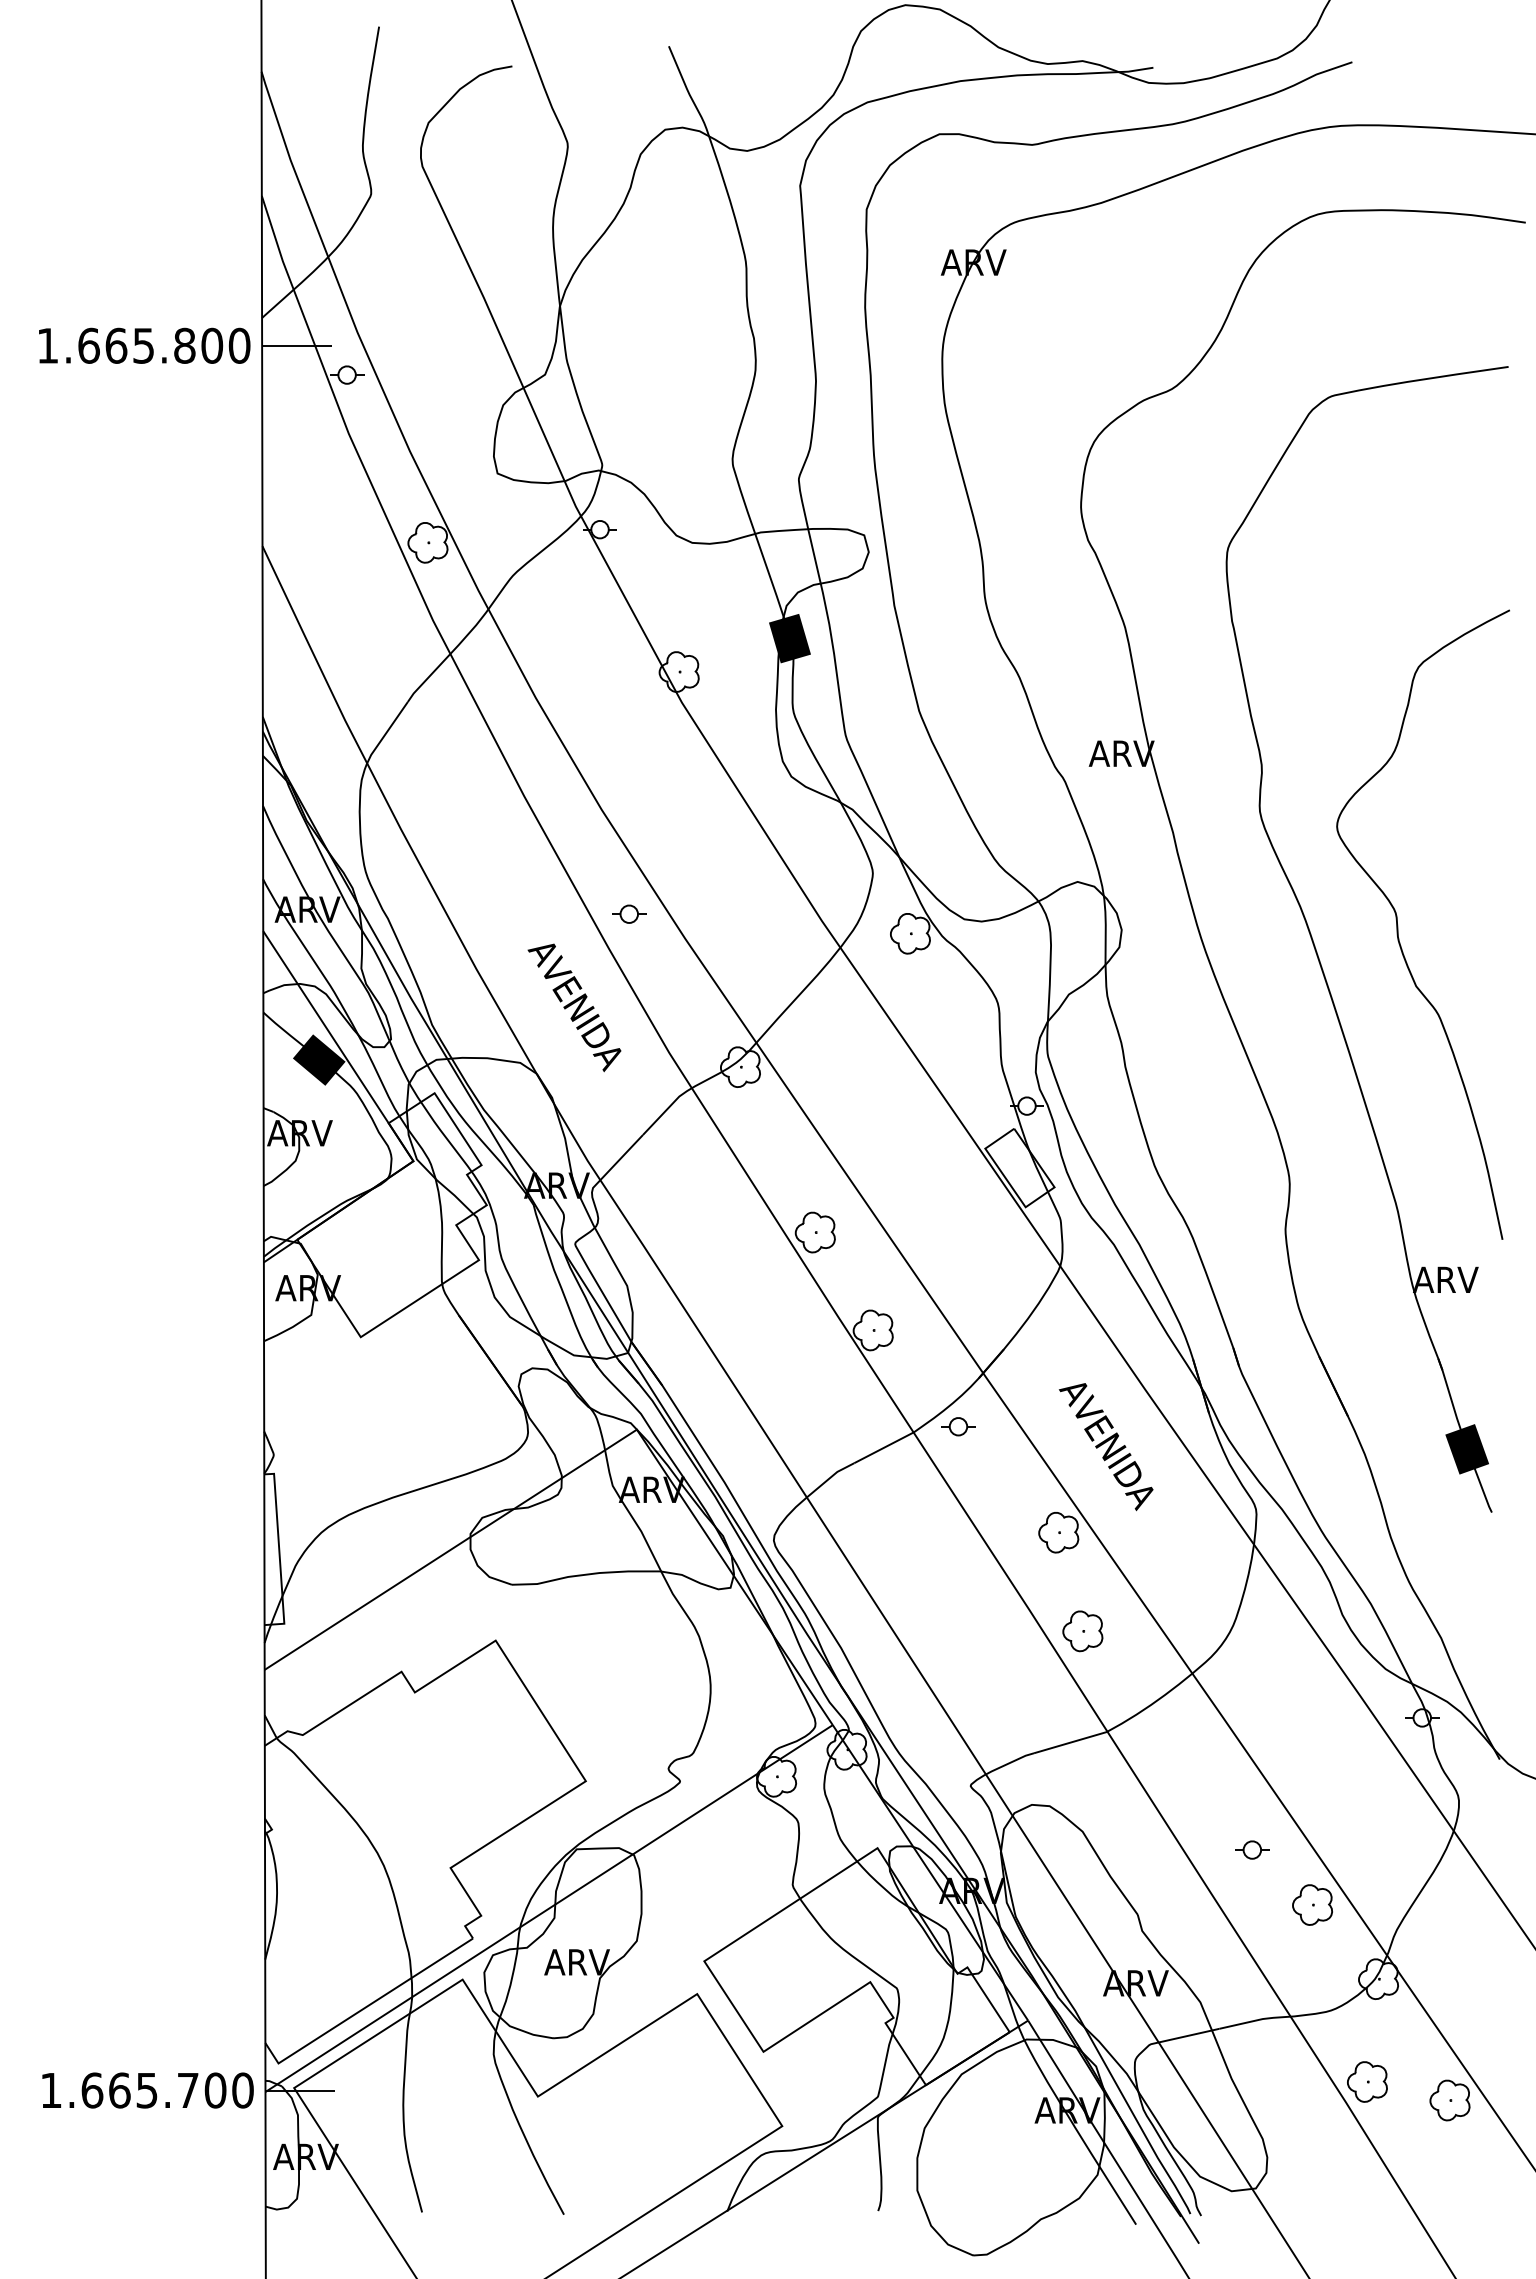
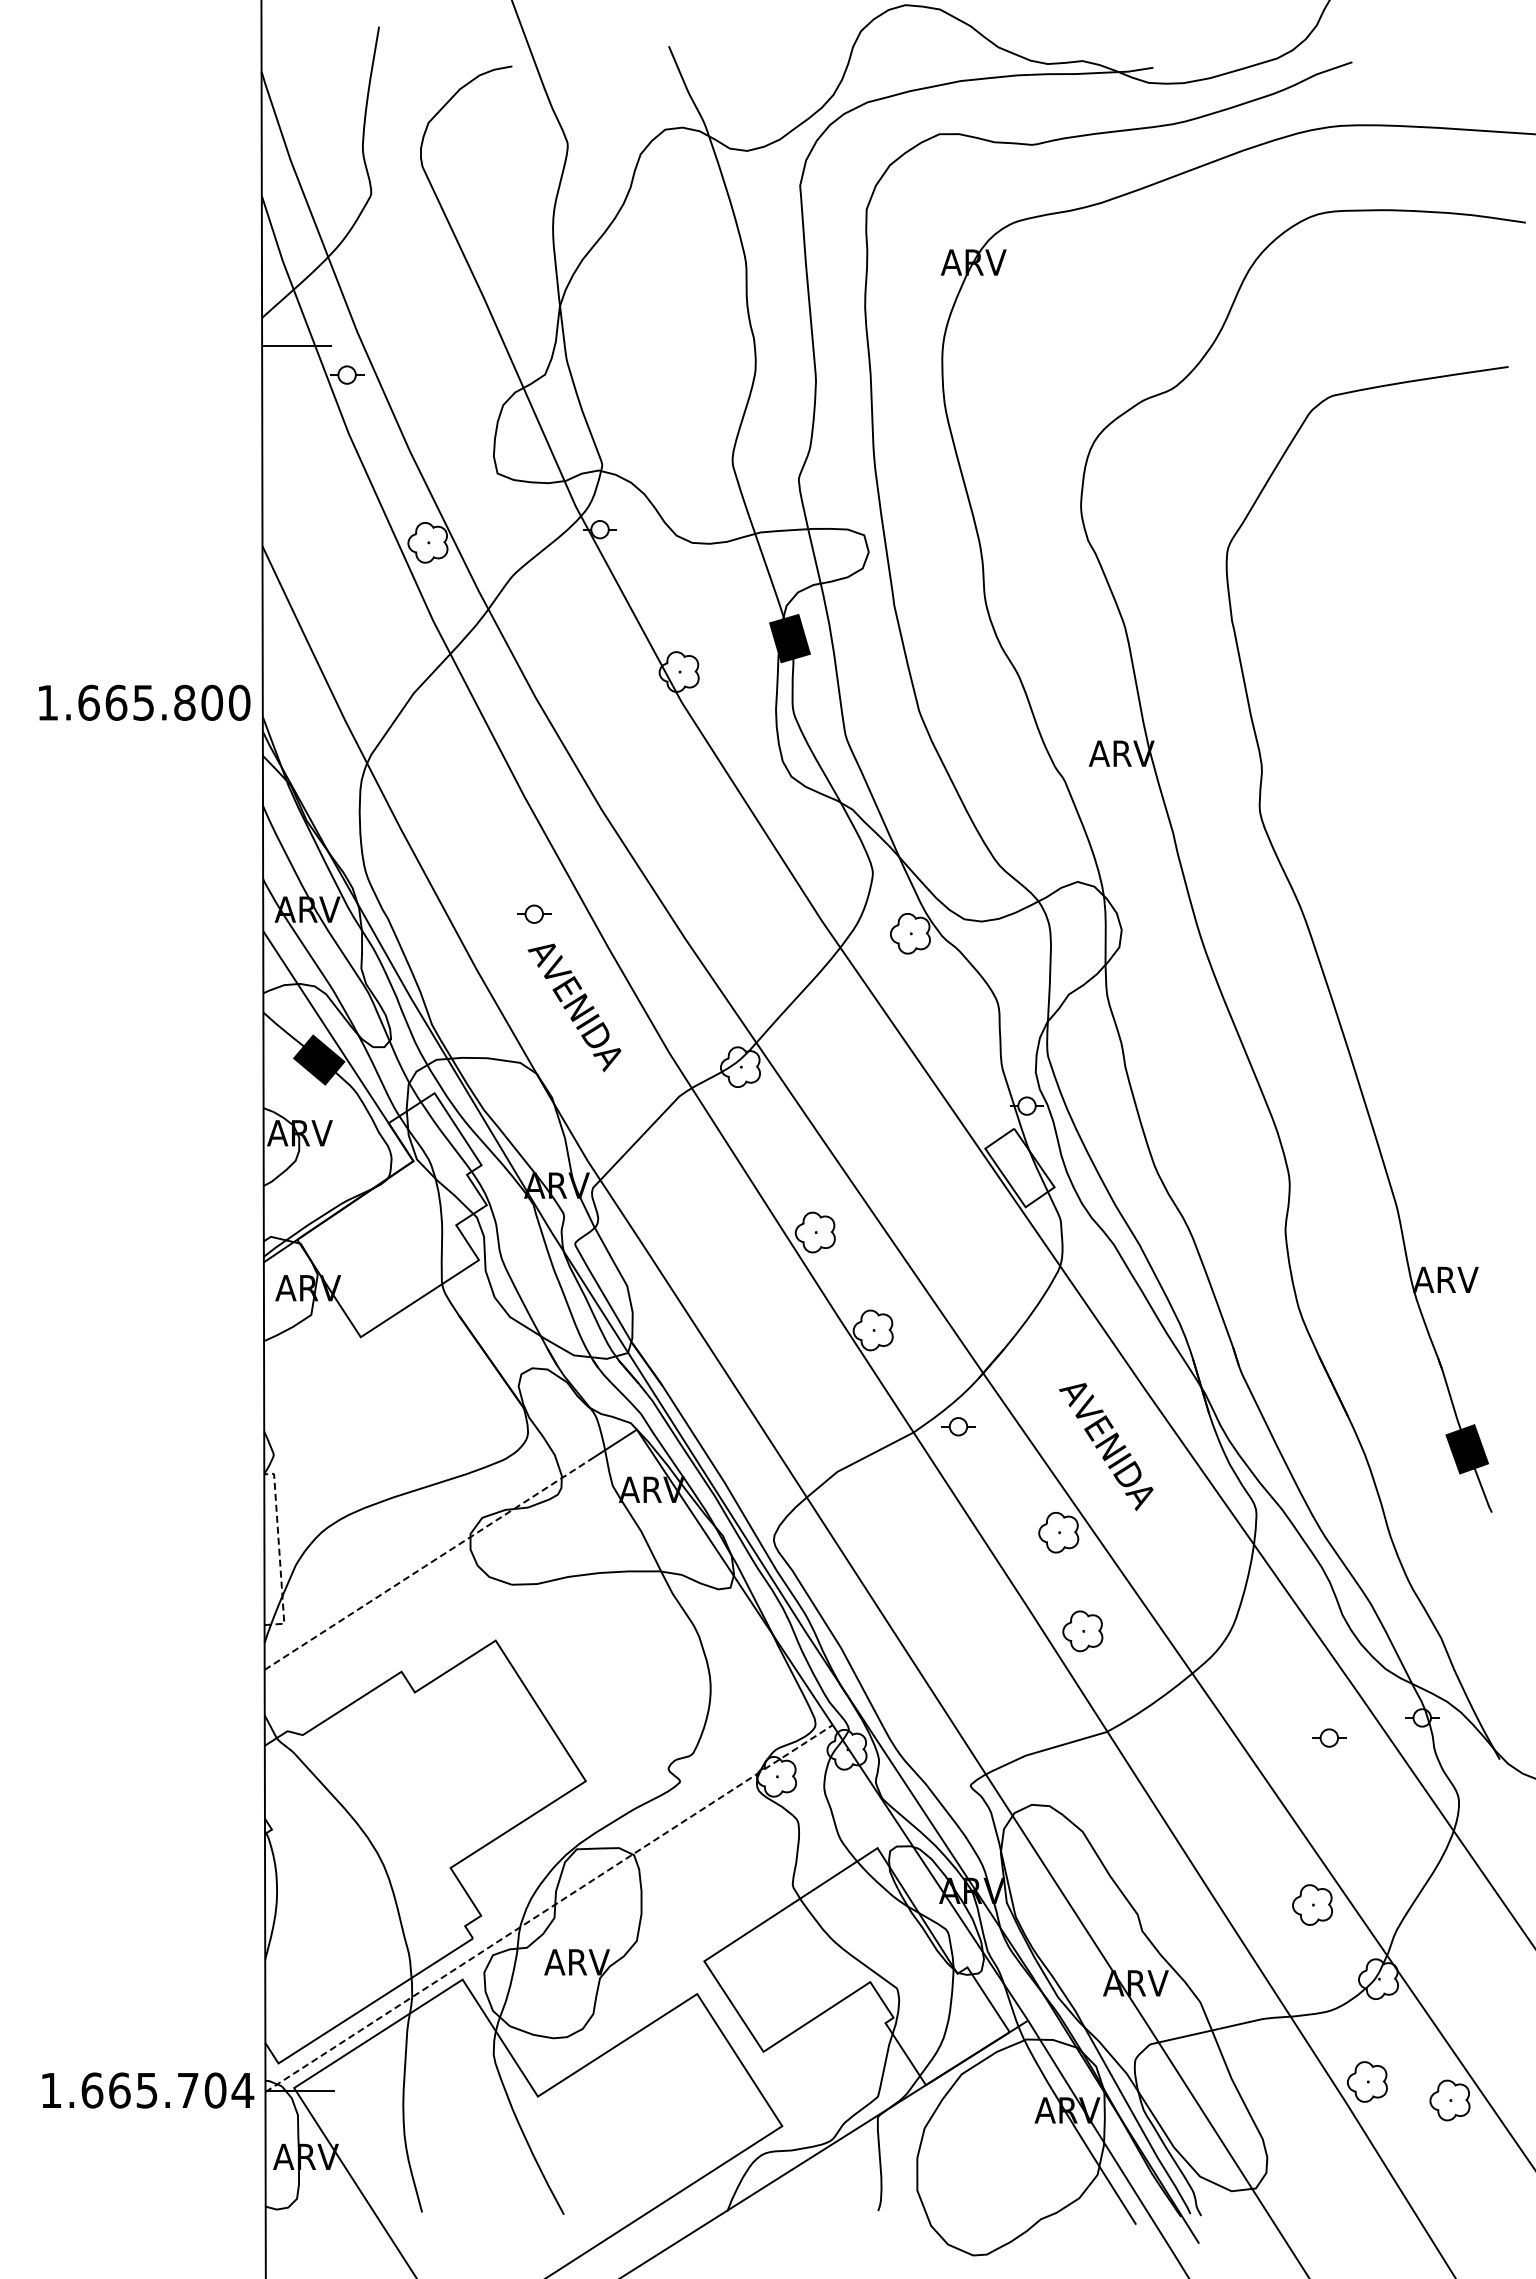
text at (144, 345) position: (144, 345) -> (144, 702)
part at (629, 913) position: (629, 913) -> (534, 913)
curve at (1398, 925): present -> none
line at (279, 1553): solid -> dashed
line at (429, 1563): solid -> dashed
part at (1252, 1849) position: (1252, 1849) -> (1329, 1737)
line at (549, 1908): solid -> dashed
text at (242, 2090): 1.665.700 -> 1.665.704
